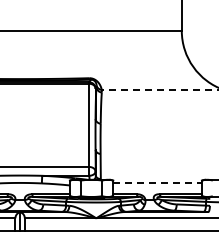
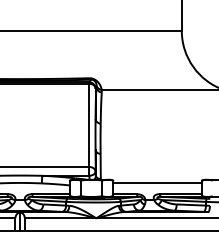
line at (160, 89): dashed -> solid
line at (158, 182): dashed -> solid
